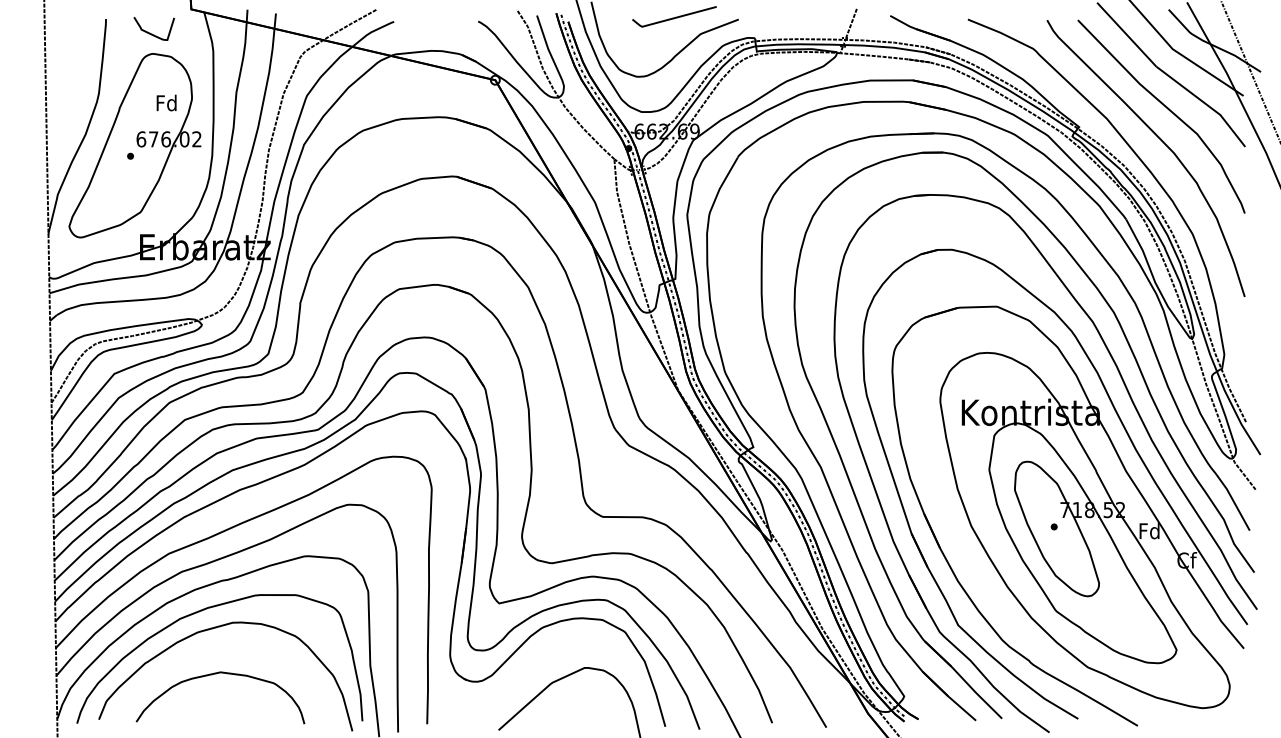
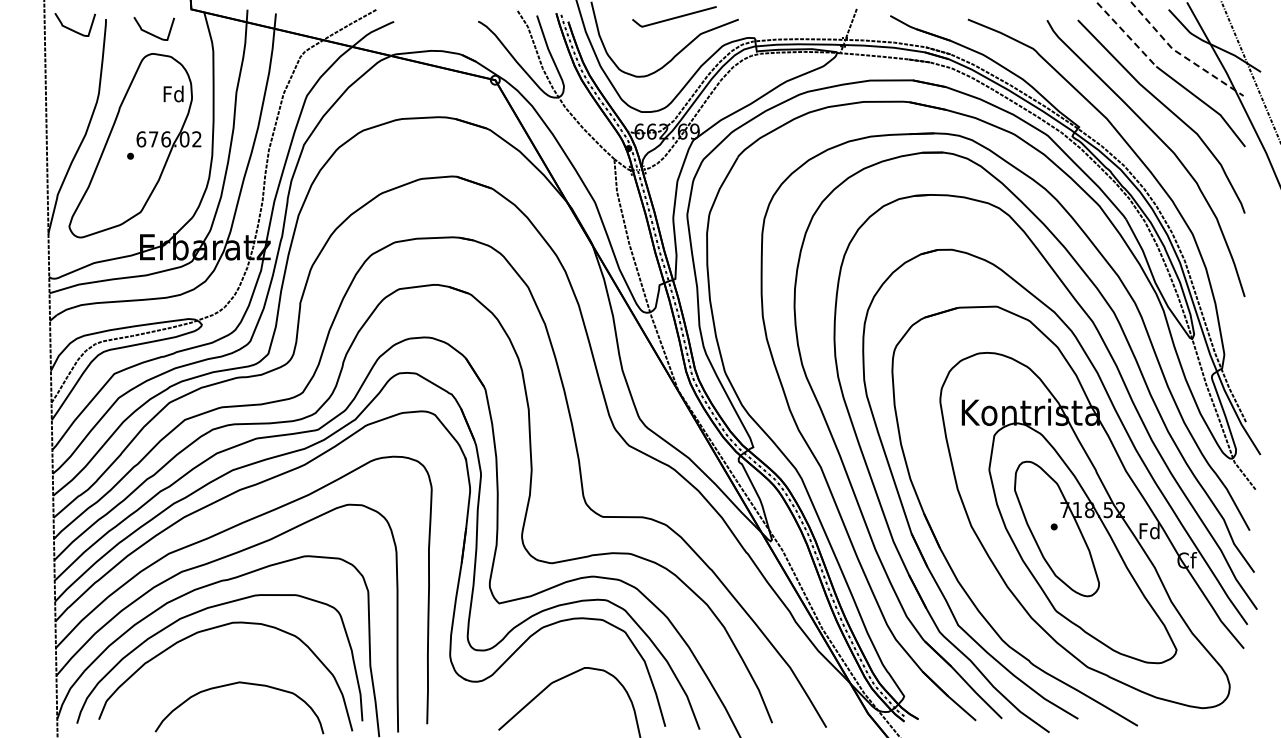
curve at (71, 28): none -> present
line at (1127, 35): solid -> dashed
line at (1180, 54): solid -> dashed
text at (166, 102) position: (166, 102) -> (173, 93)
curve at (216, 674) position: (216, 674) -> (235, 684)
